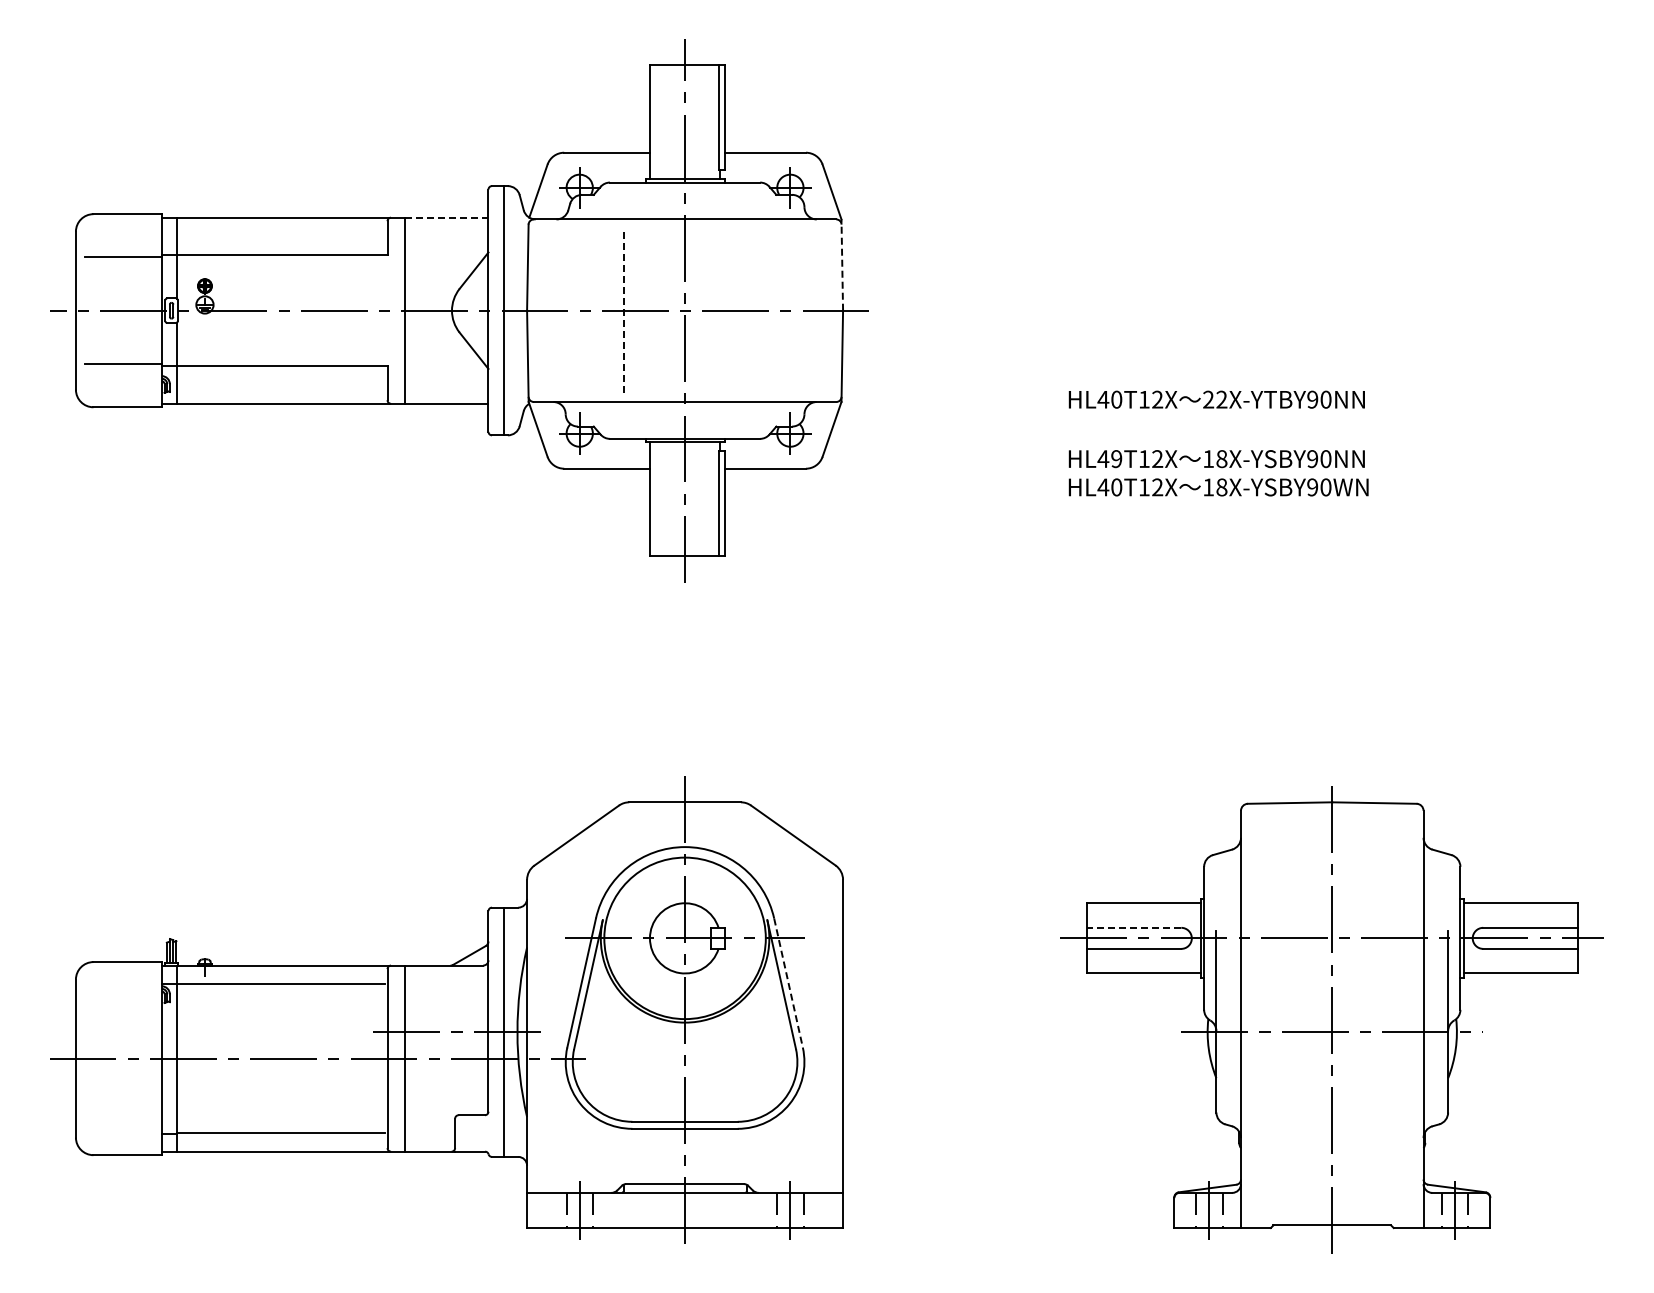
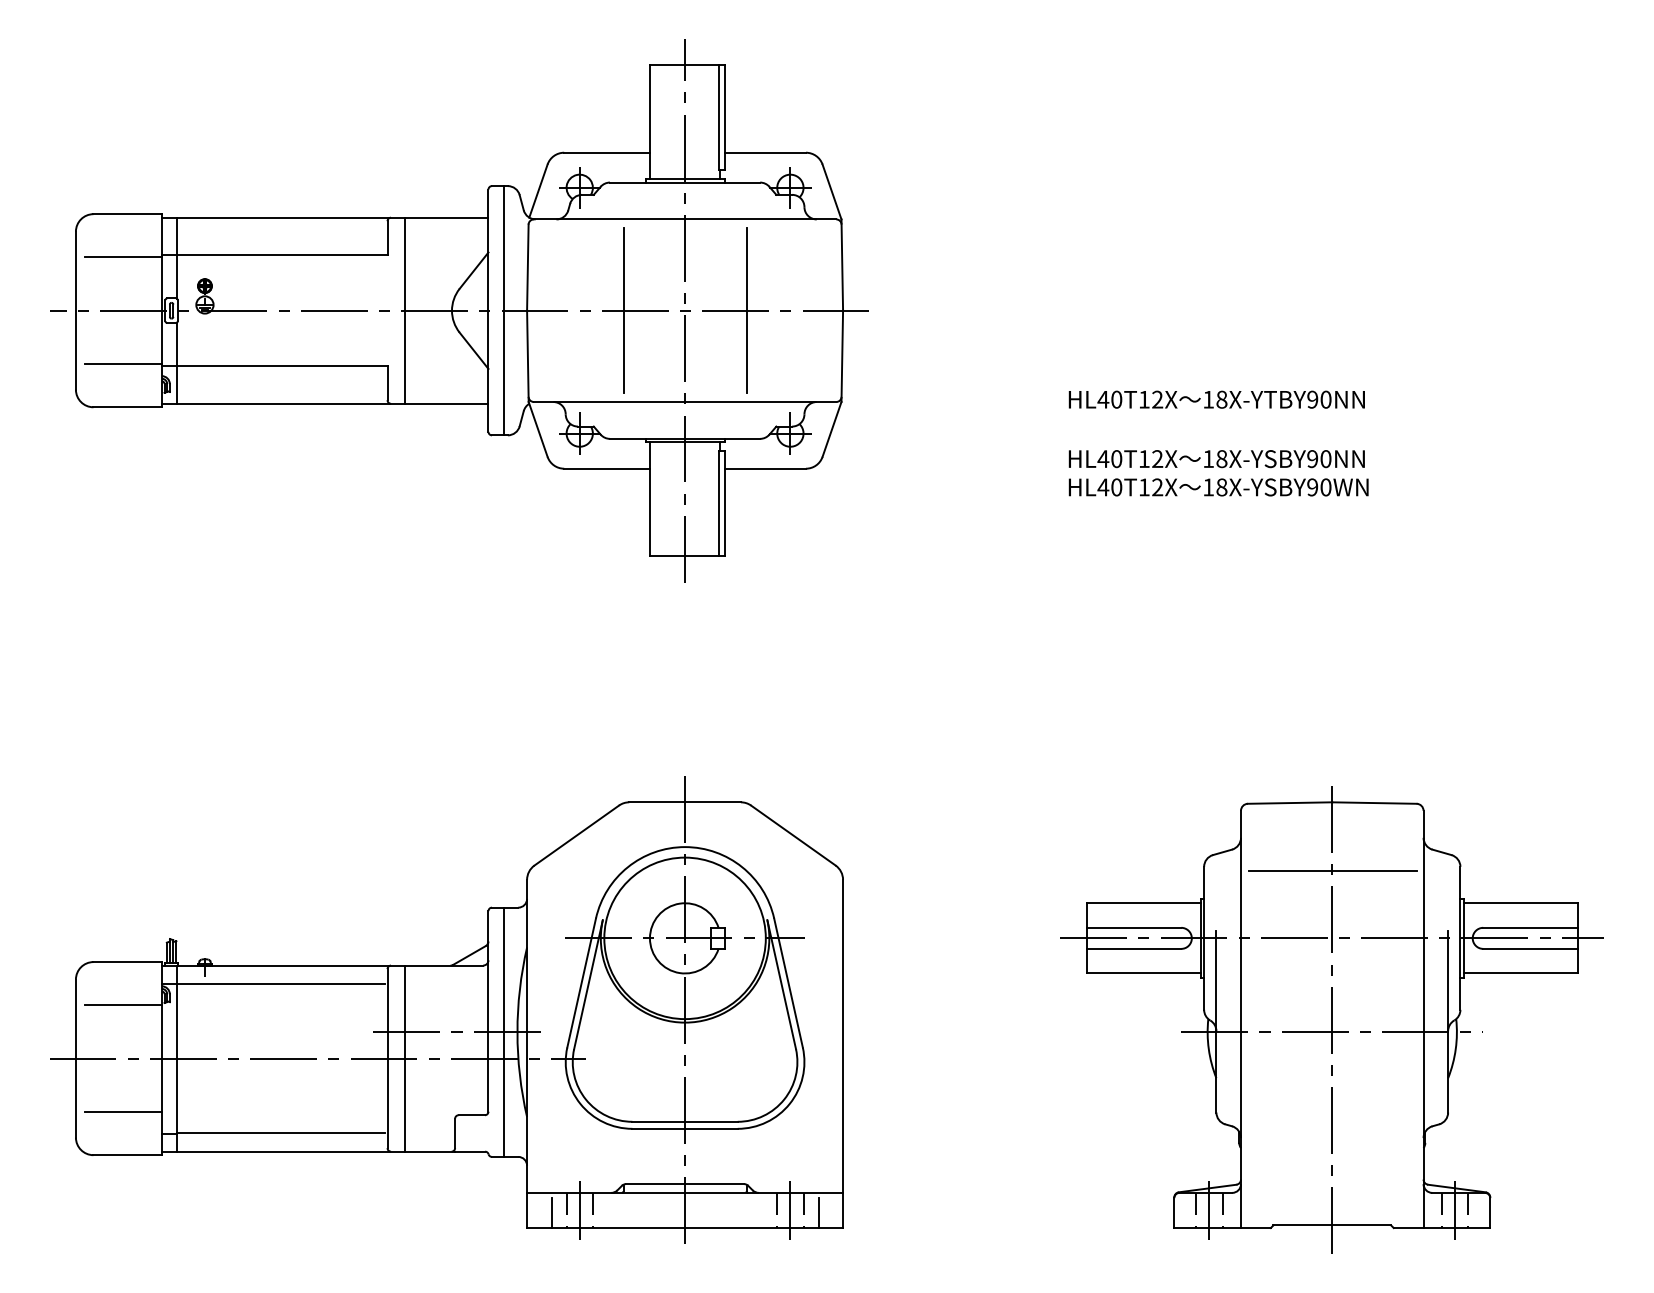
line at (446, 217): dashed -> solid
line at (842, 265): dashed -> solid
line at (623, 310): dashed -> solid
line at (746, 310): none -> present
text at (1215, 399): 22X-YTBY90NN -> 18X-YTBY90NN
text at (1116, 459): HL49T12X -> HL40T12X
line at (1332, 870): none -> present
line at (1133, 927): dashed -> solid
line at (788, 983): dashed -> solid
line at (122, 1005): none -> present
line at (122, 1112): none -> present
line at (551, 1212): none -> present
line at (818, 1212): none -> present
